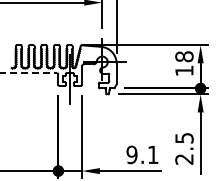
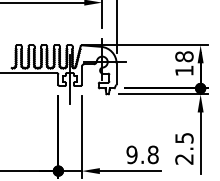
line at (29, 73): dashed -> solid
text at (152, 154): 9.1 -> 9.8
